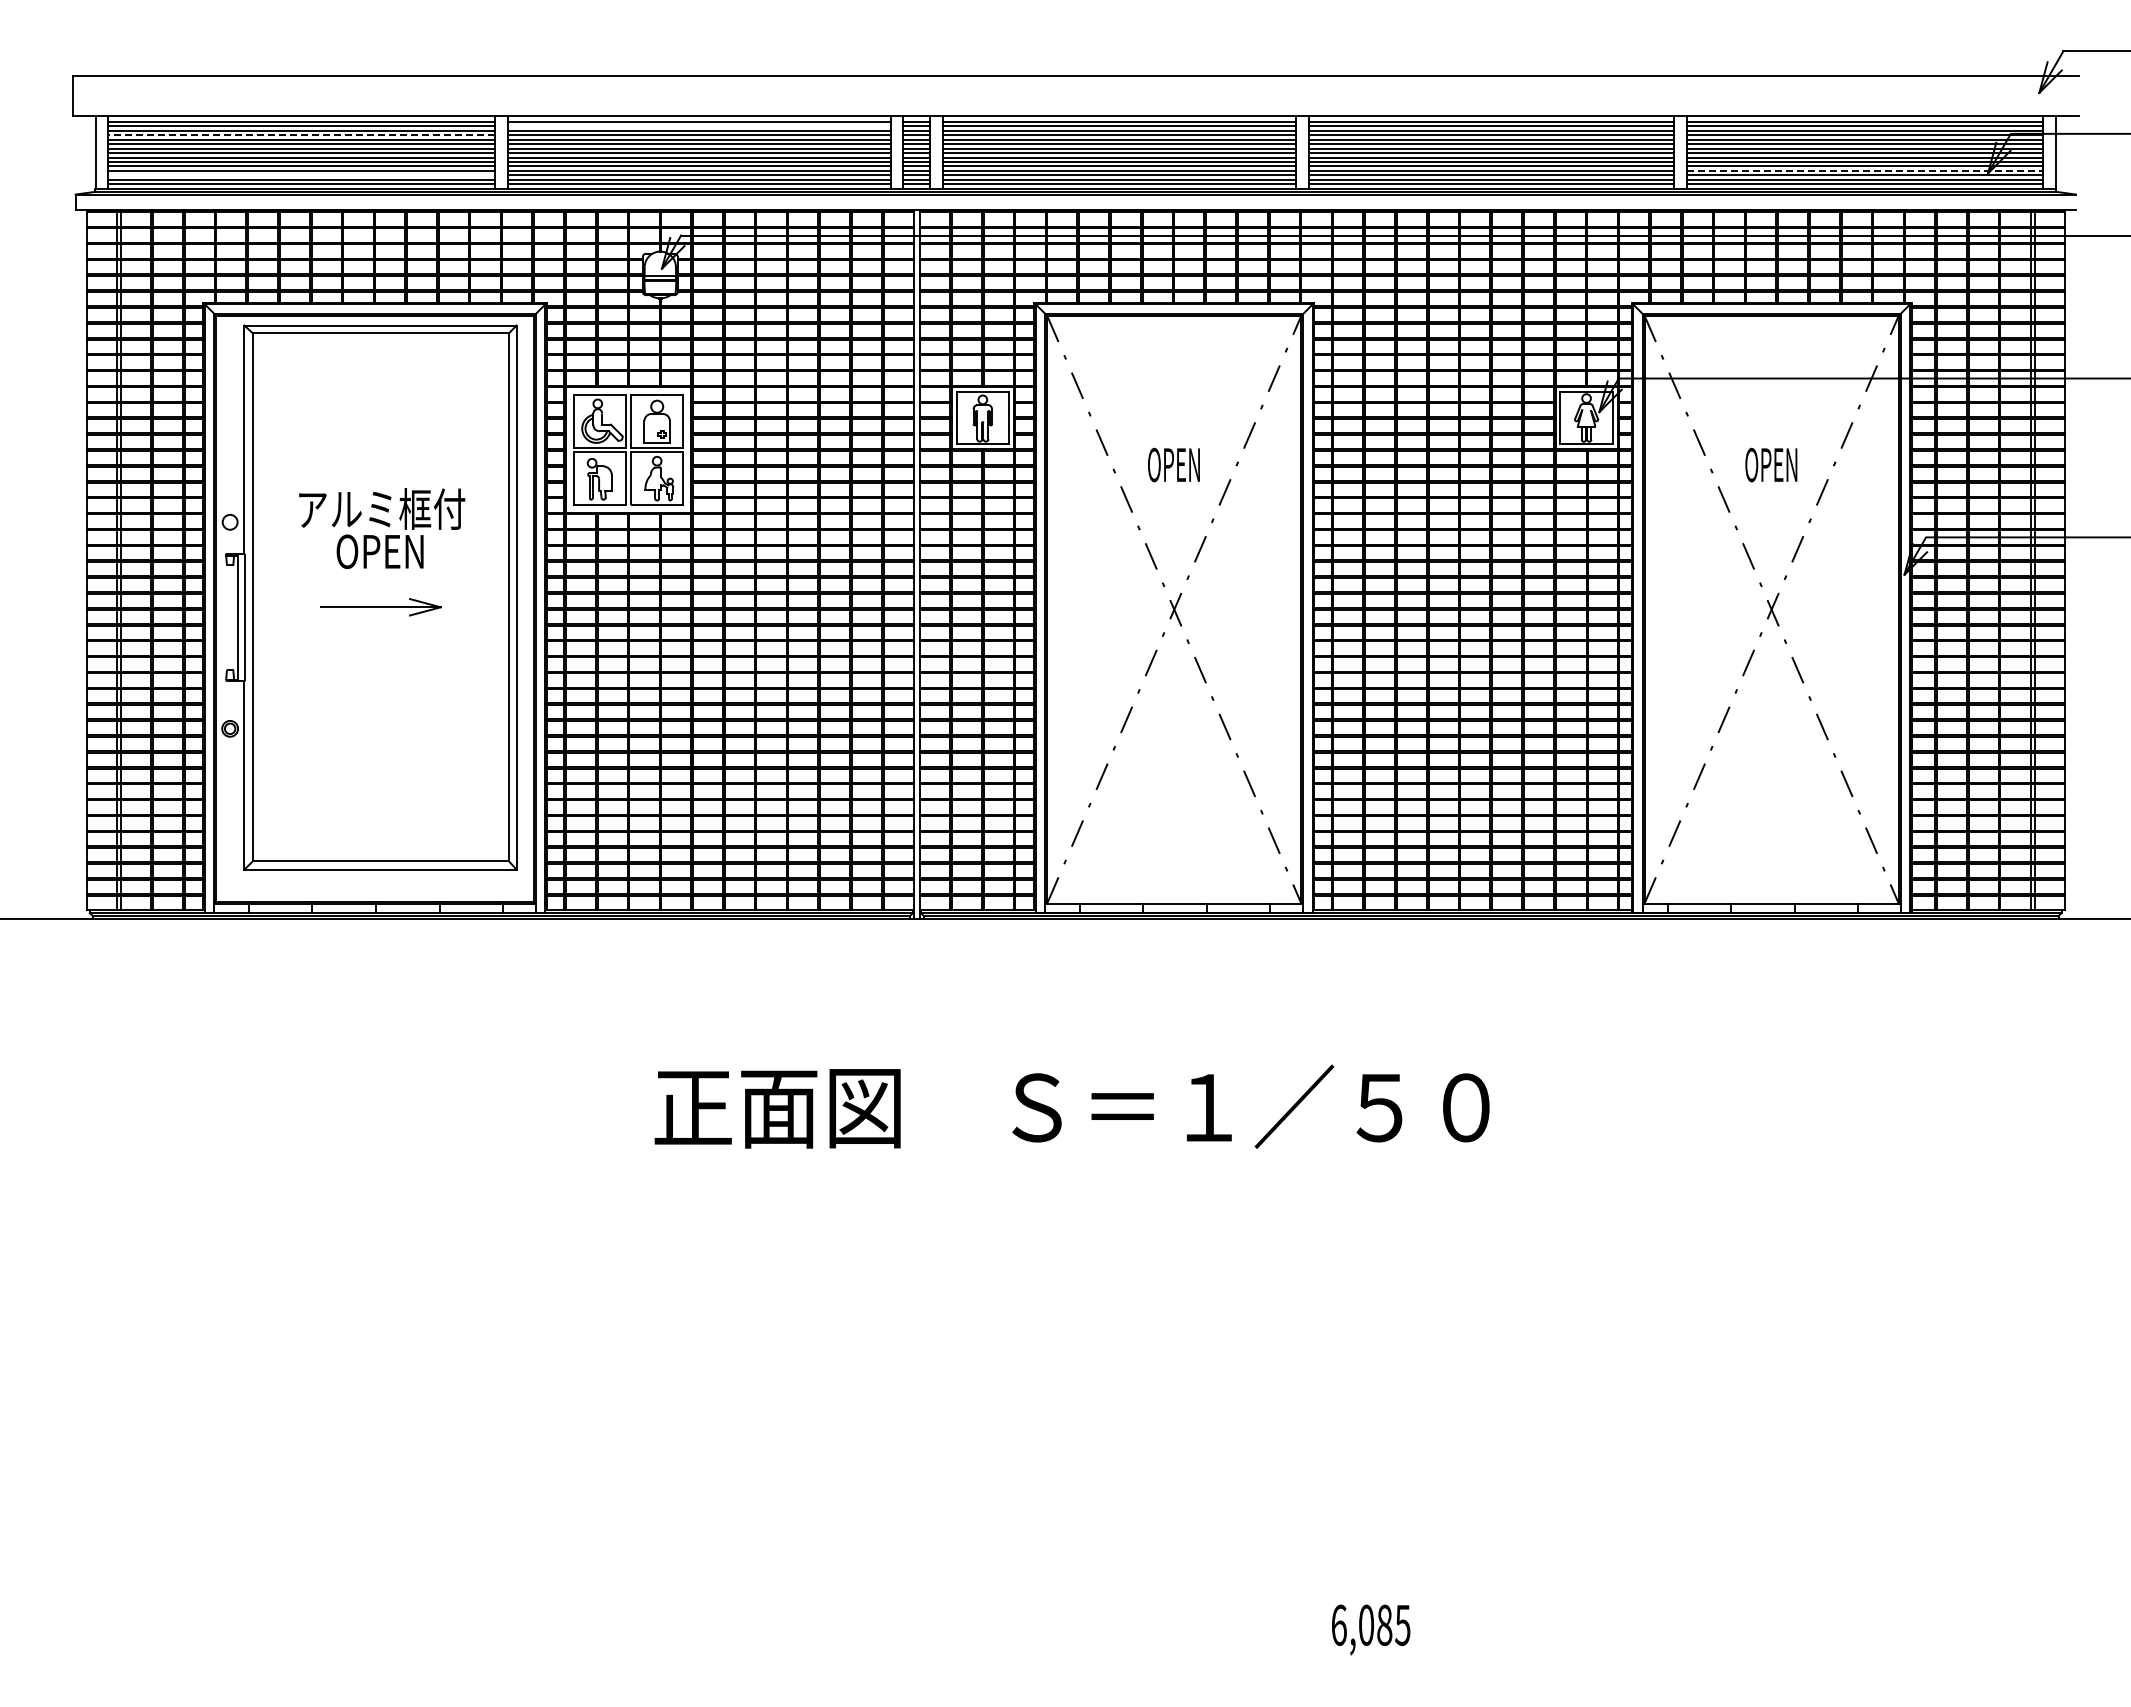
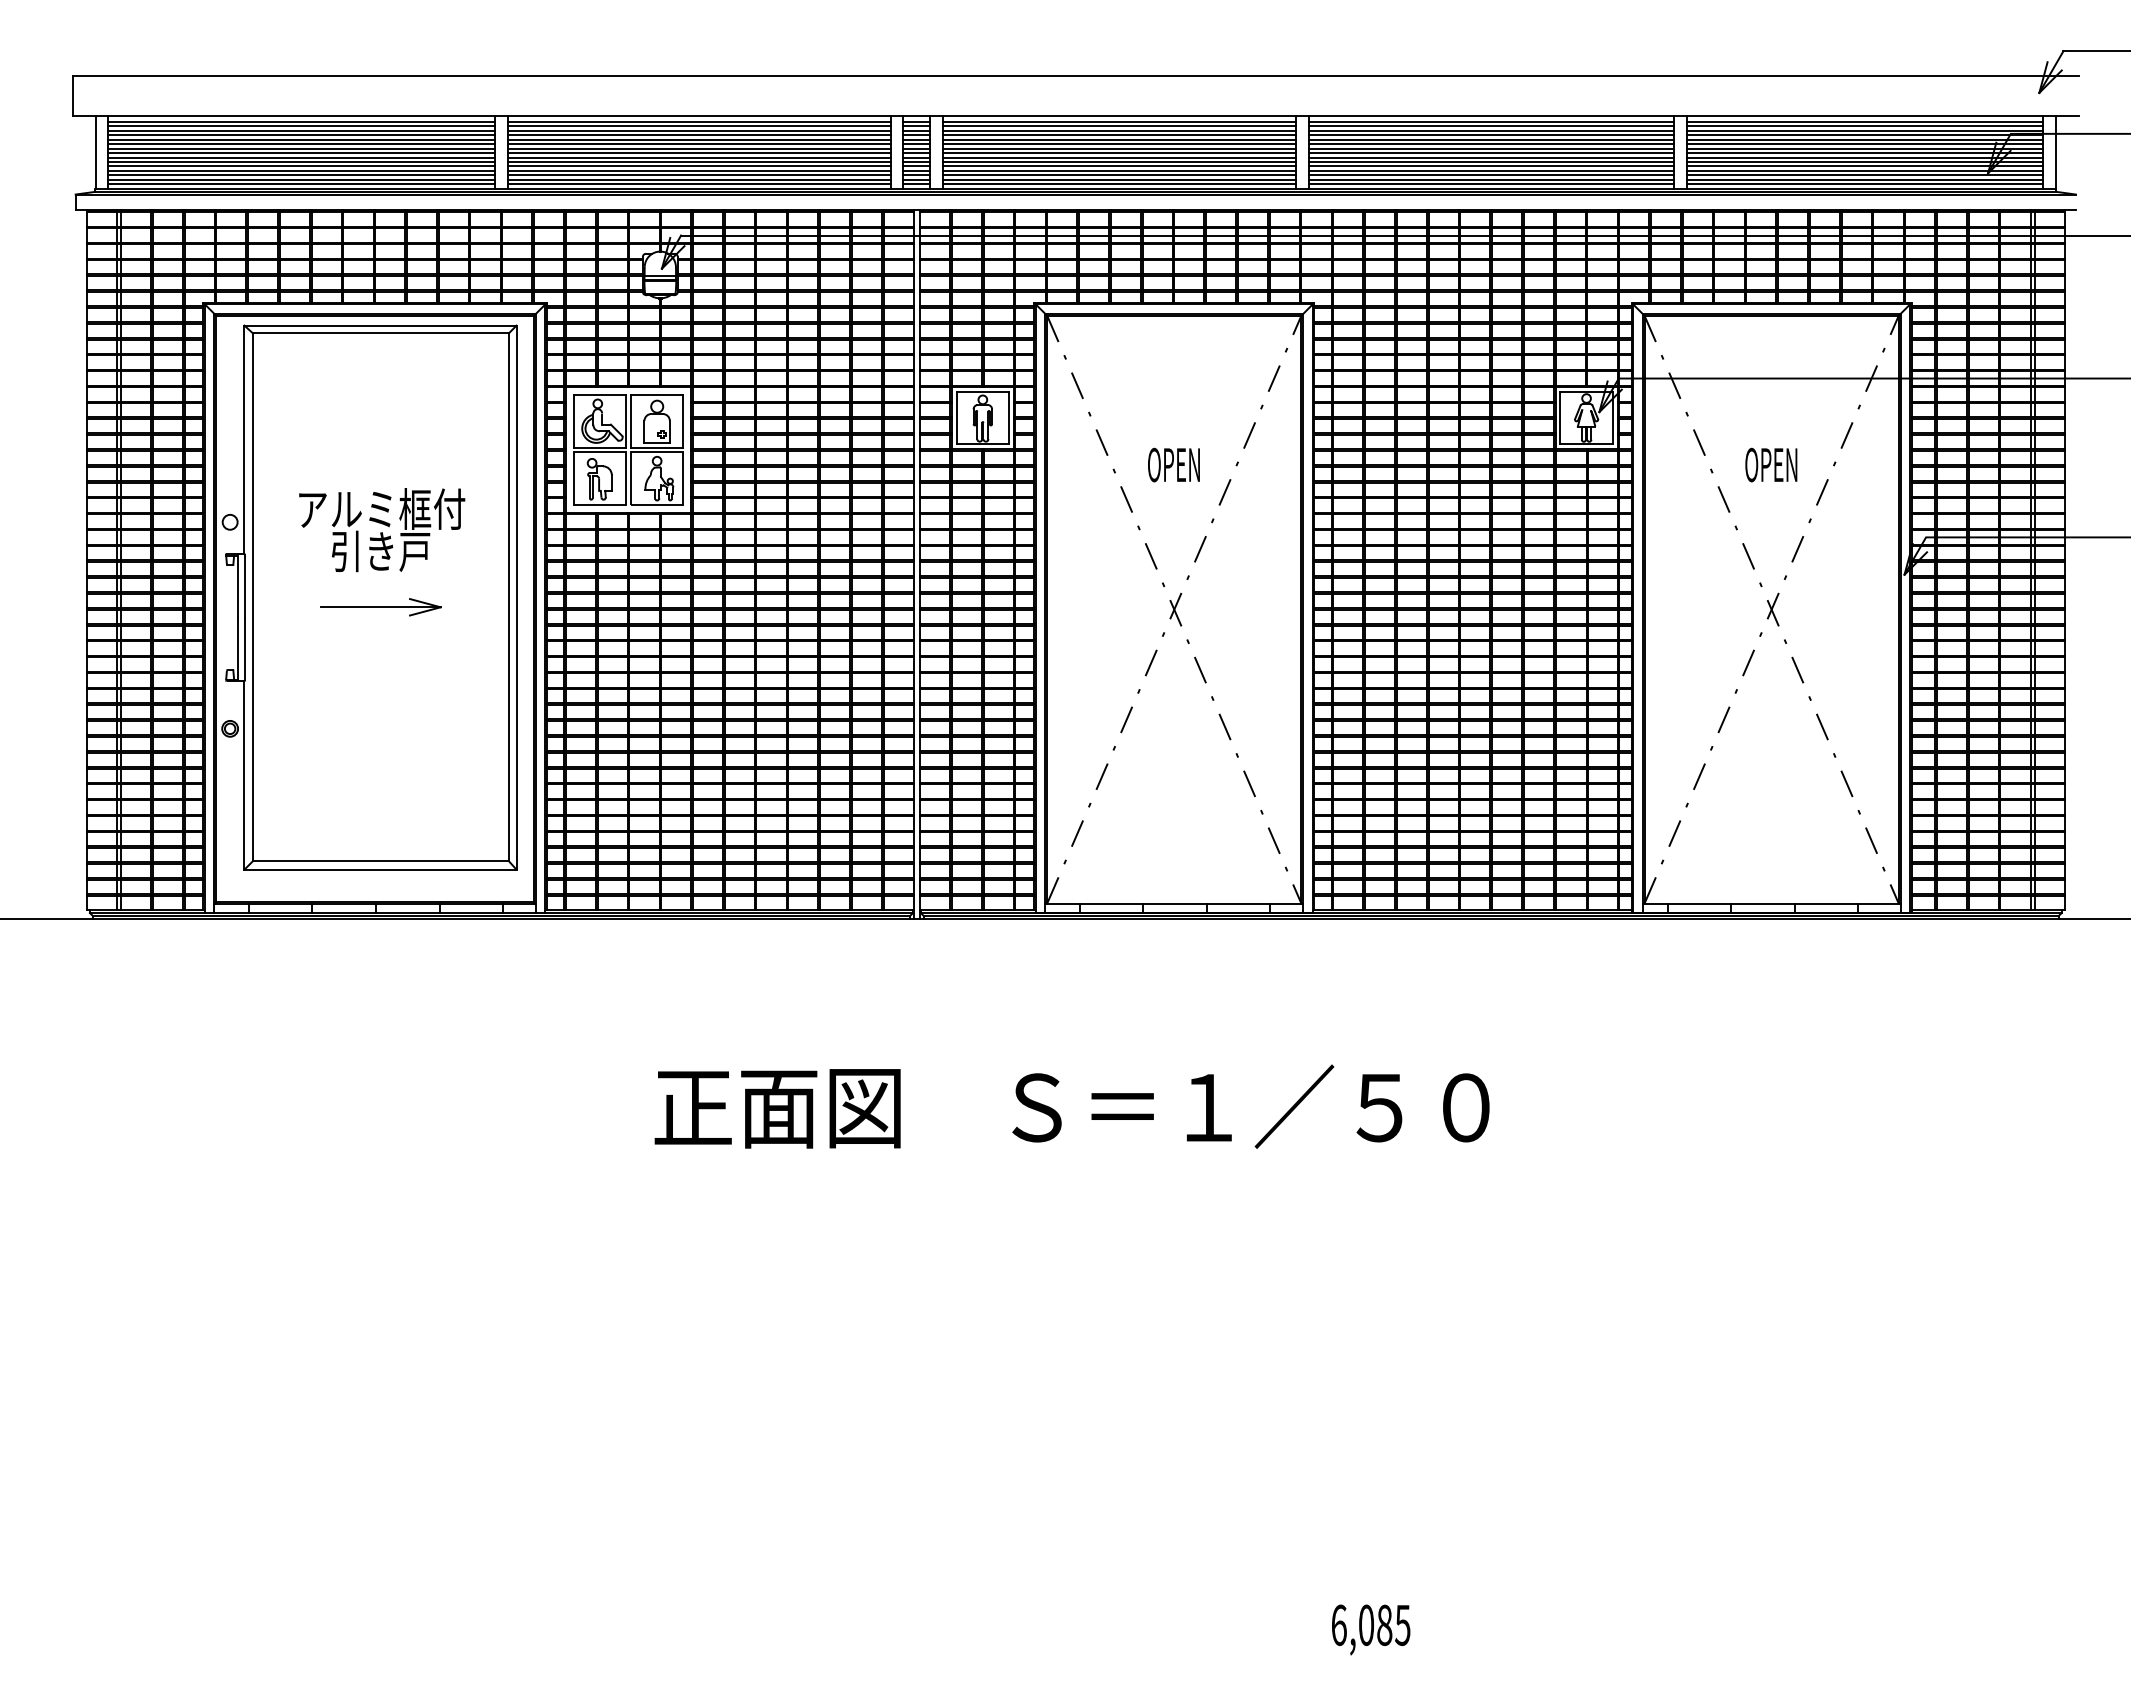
line at (698, 126): none -> present
line at (301, 135): dashed -> solid
line at (1865, 170): dashed -> solid
line at (301, 175): none -> present
text at (380, 551): OPEN -> 引き戸
